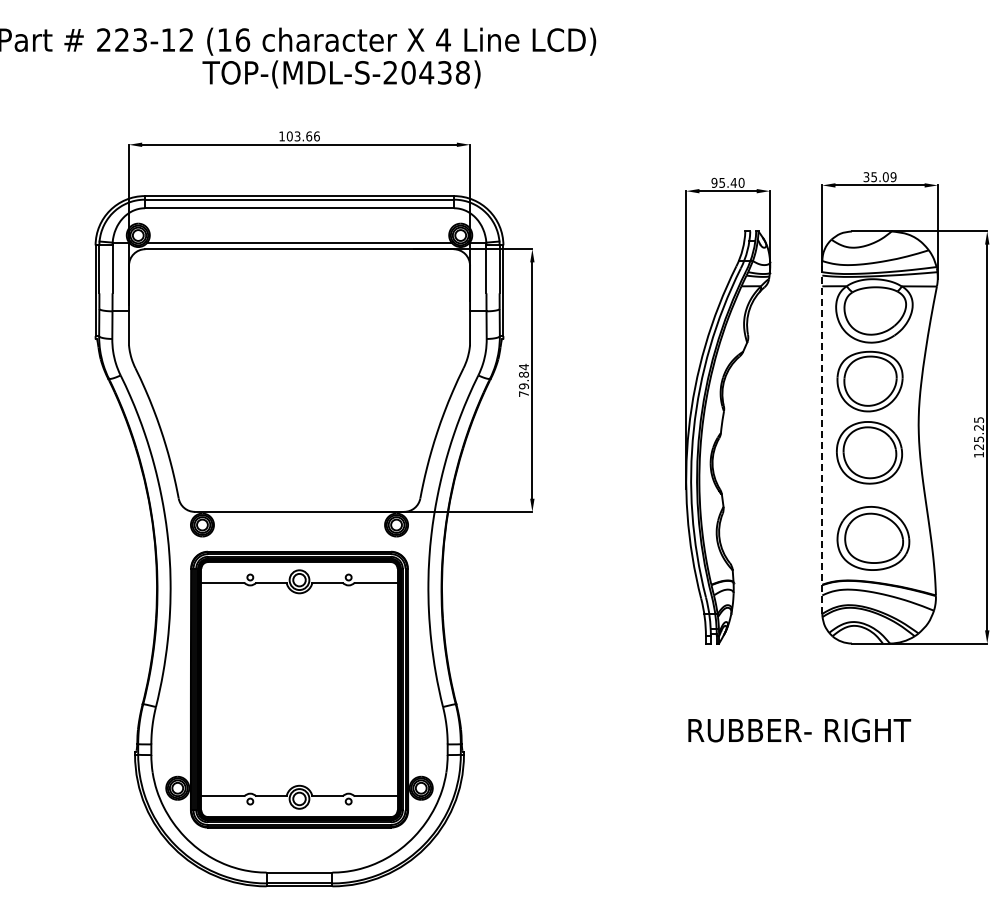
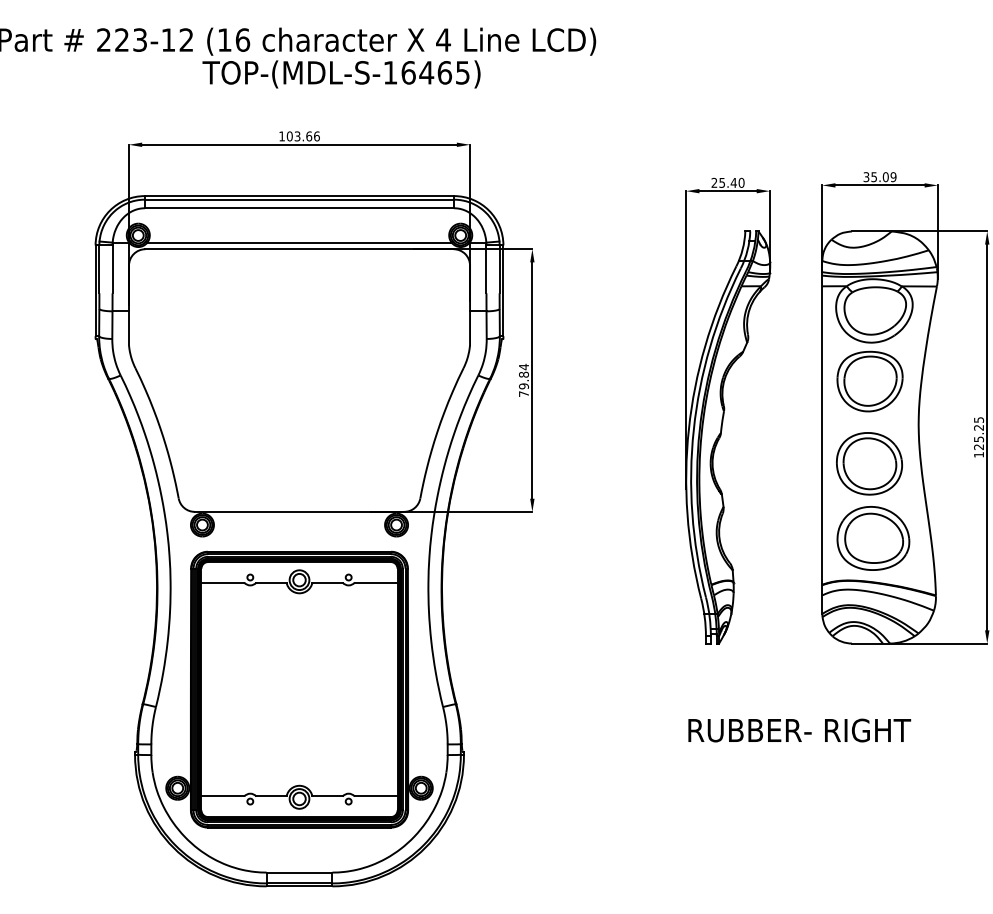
text at (426, 72): TOP-(MDL-S-20438) -> TOP-(MDL-S-16465)
text at (714, 182): 95.40 -> 25.40
line at (822, 437): dashed -> solid
part at (869, 452) position: (869, 452) -> (869, 463)
